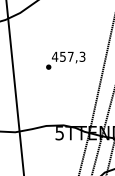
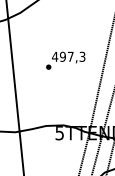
text at (62, 56): 457,3 -> 497,3
